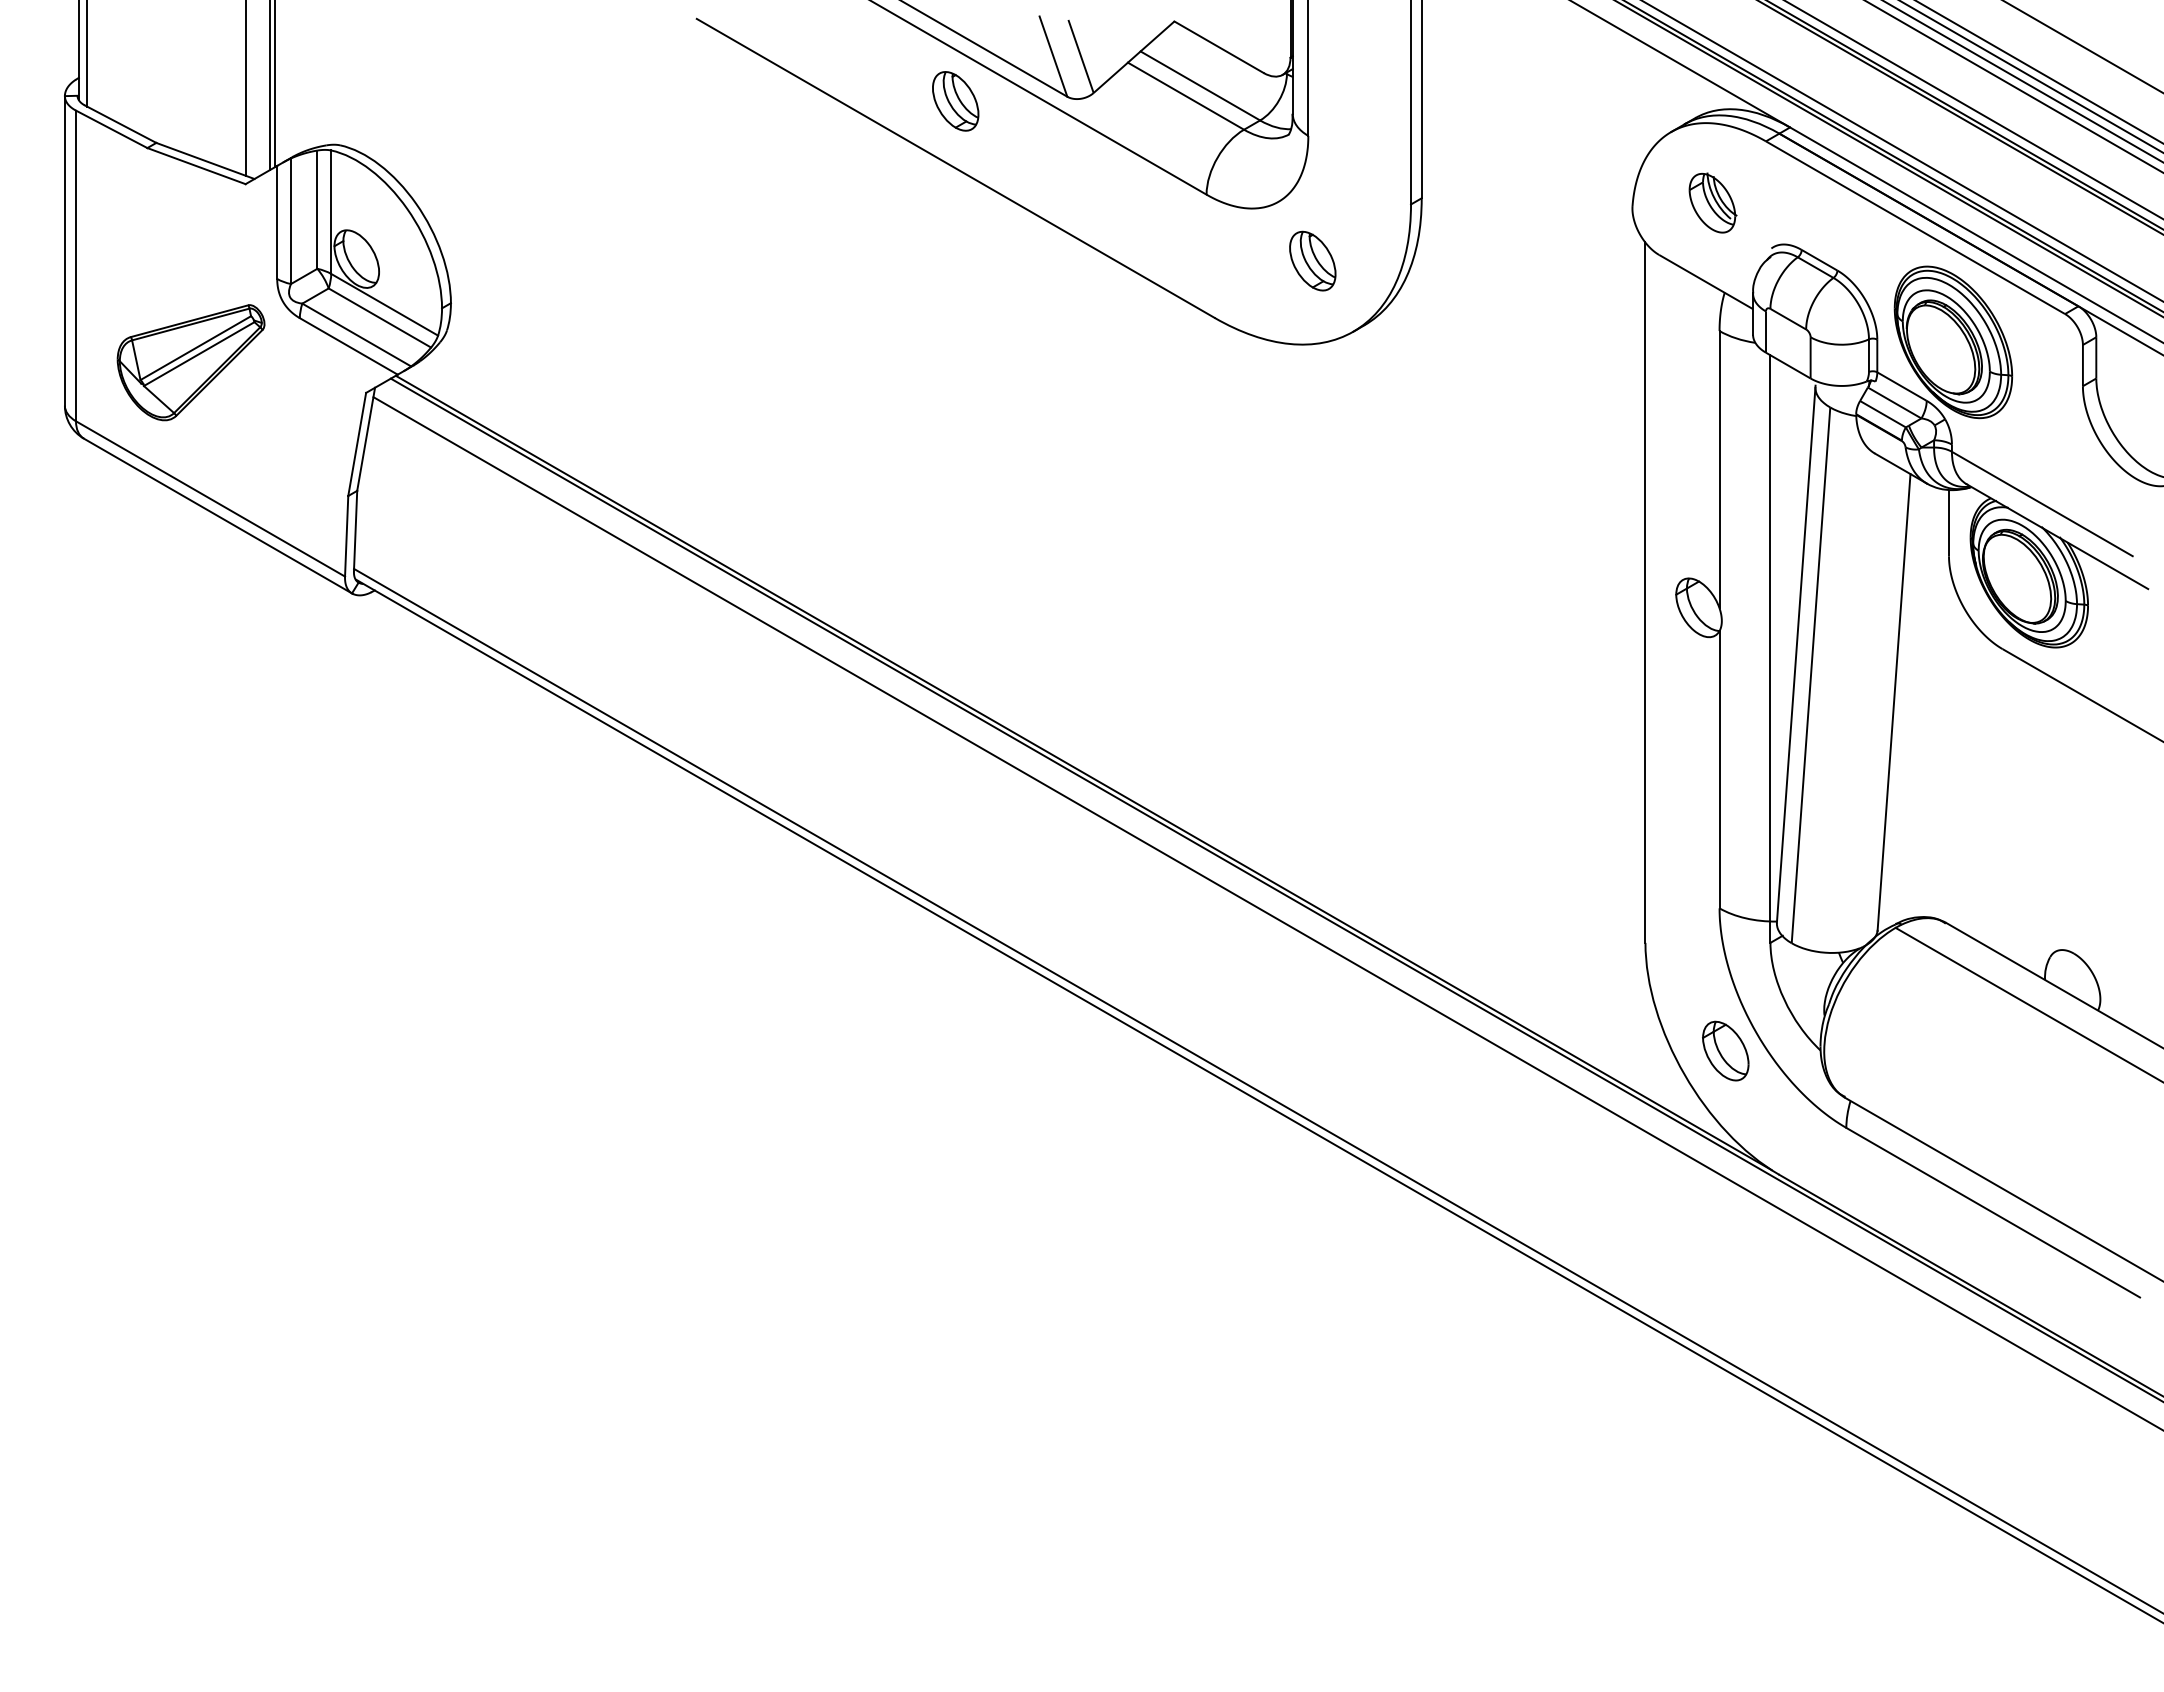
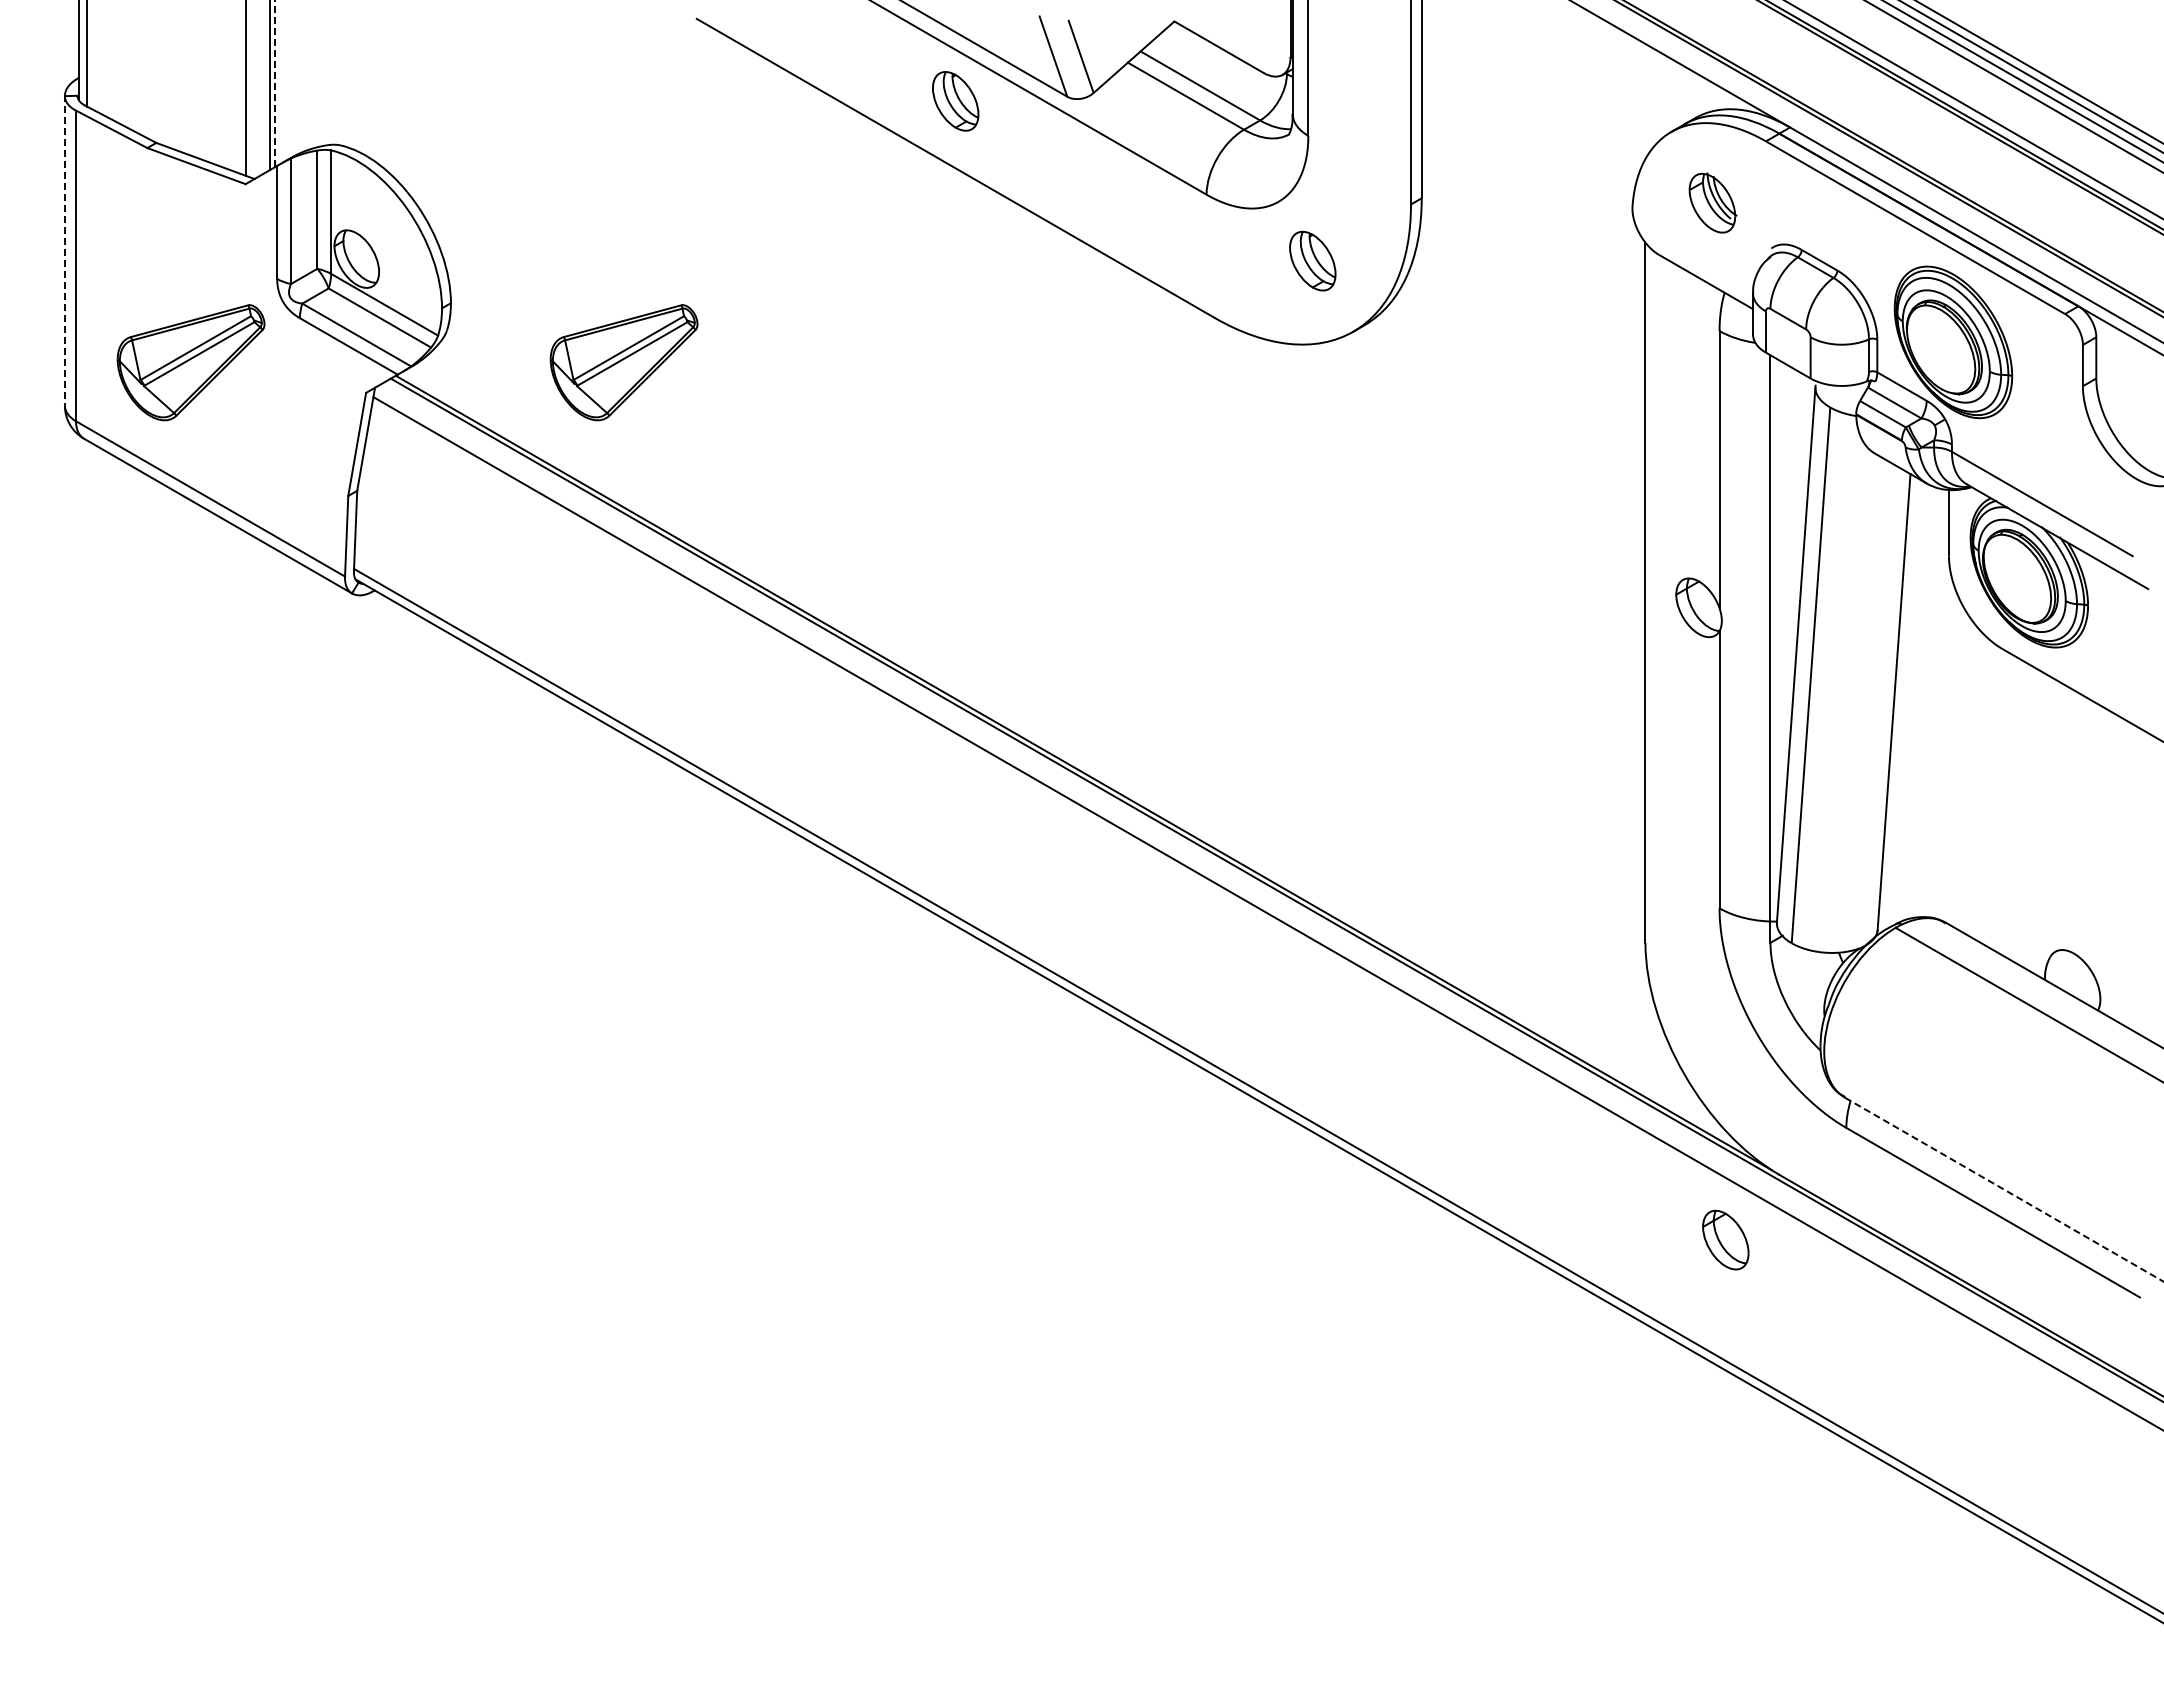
line at (2083, 46): present -> none
line at (275, 83): solid -> dashed
line at (1902, 151): present -> none
line at (64, 250): solid -> dashed
part at (623, 362): none -> present
part at (1725, 1050) position: (1725, 1050) -> (1725, 1239)
line at (2004, 1189): solid -> dashed
